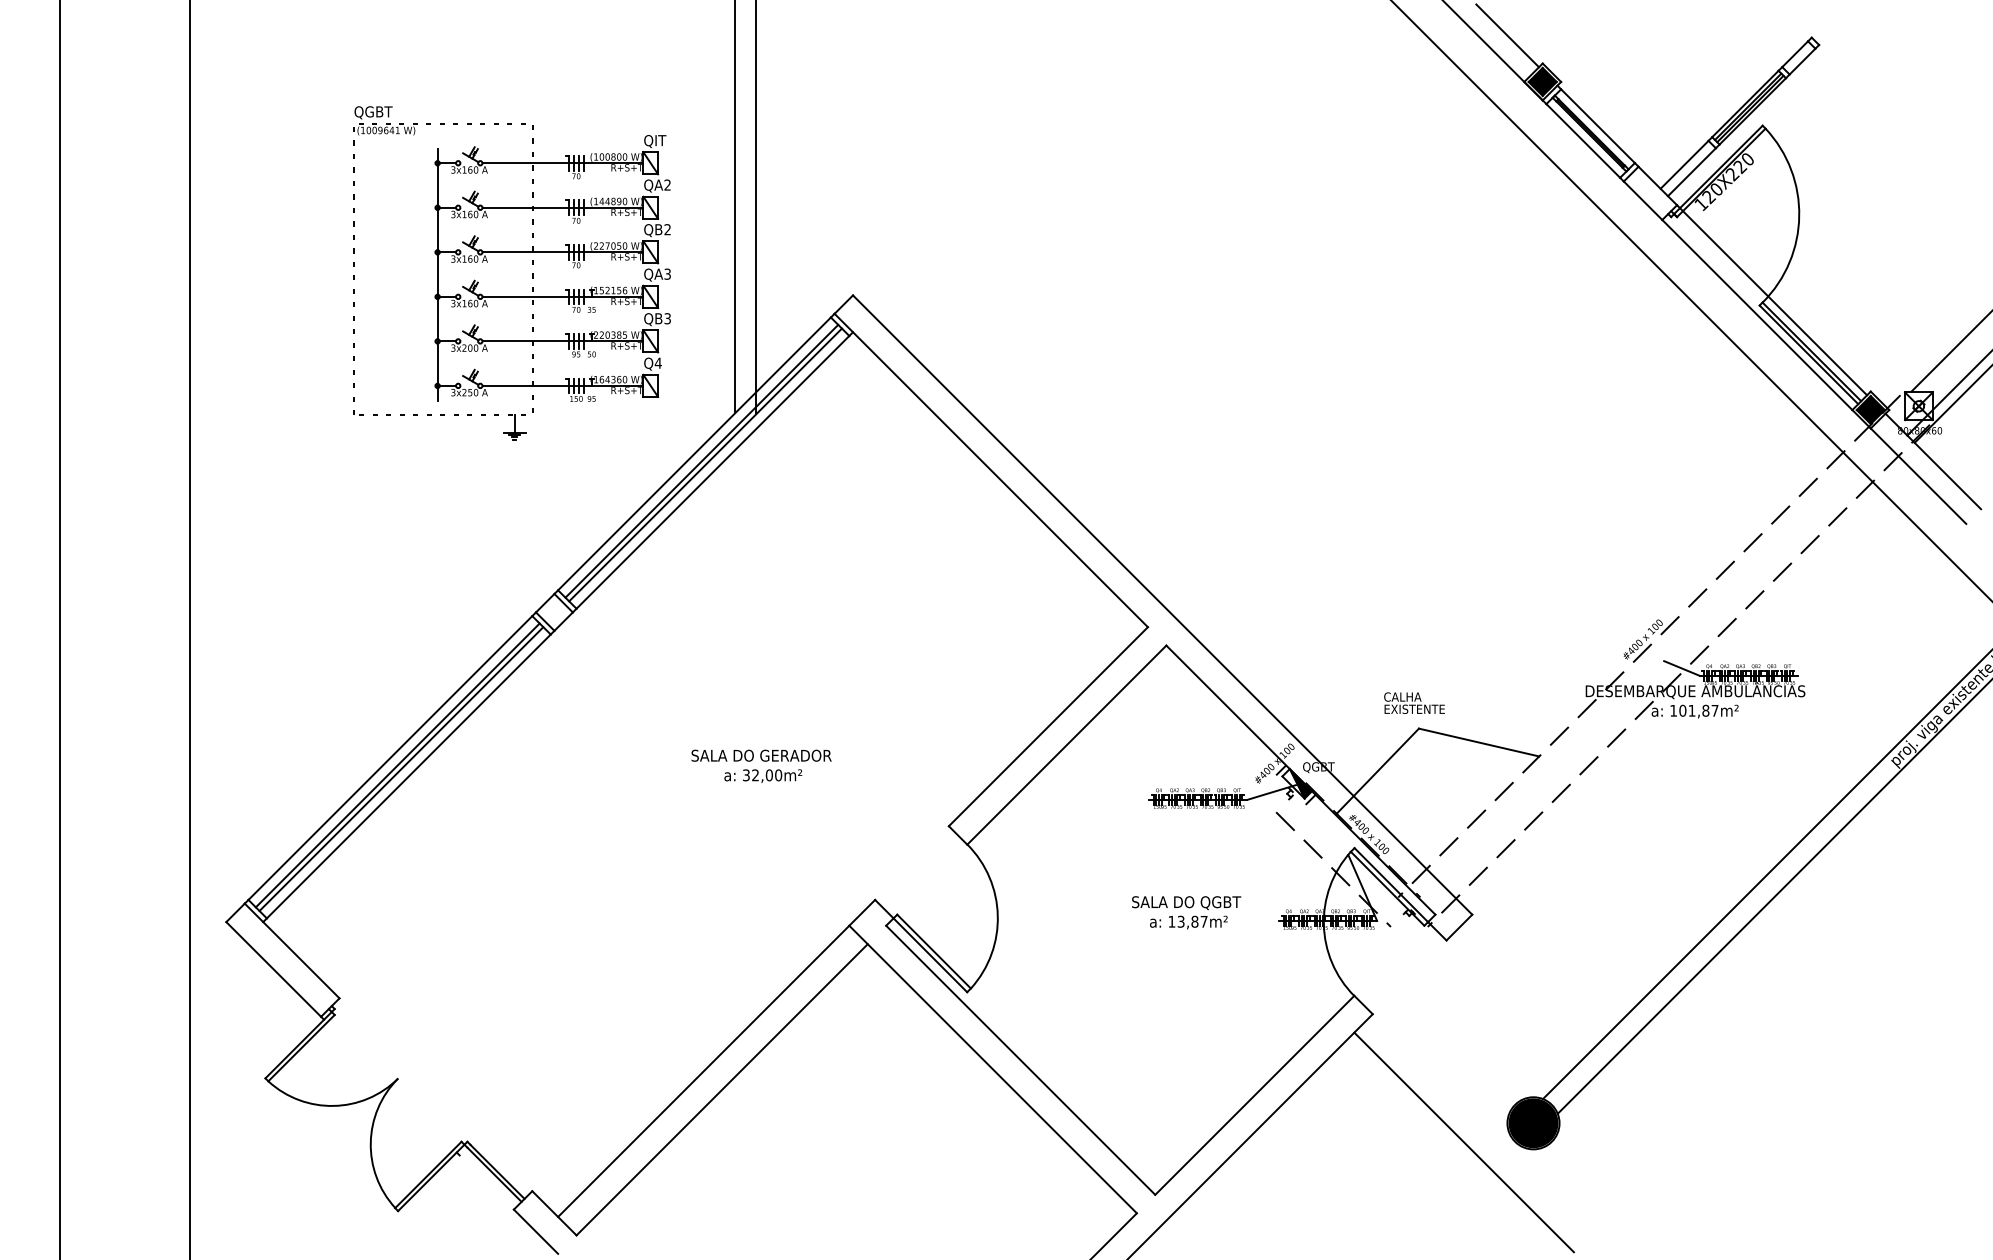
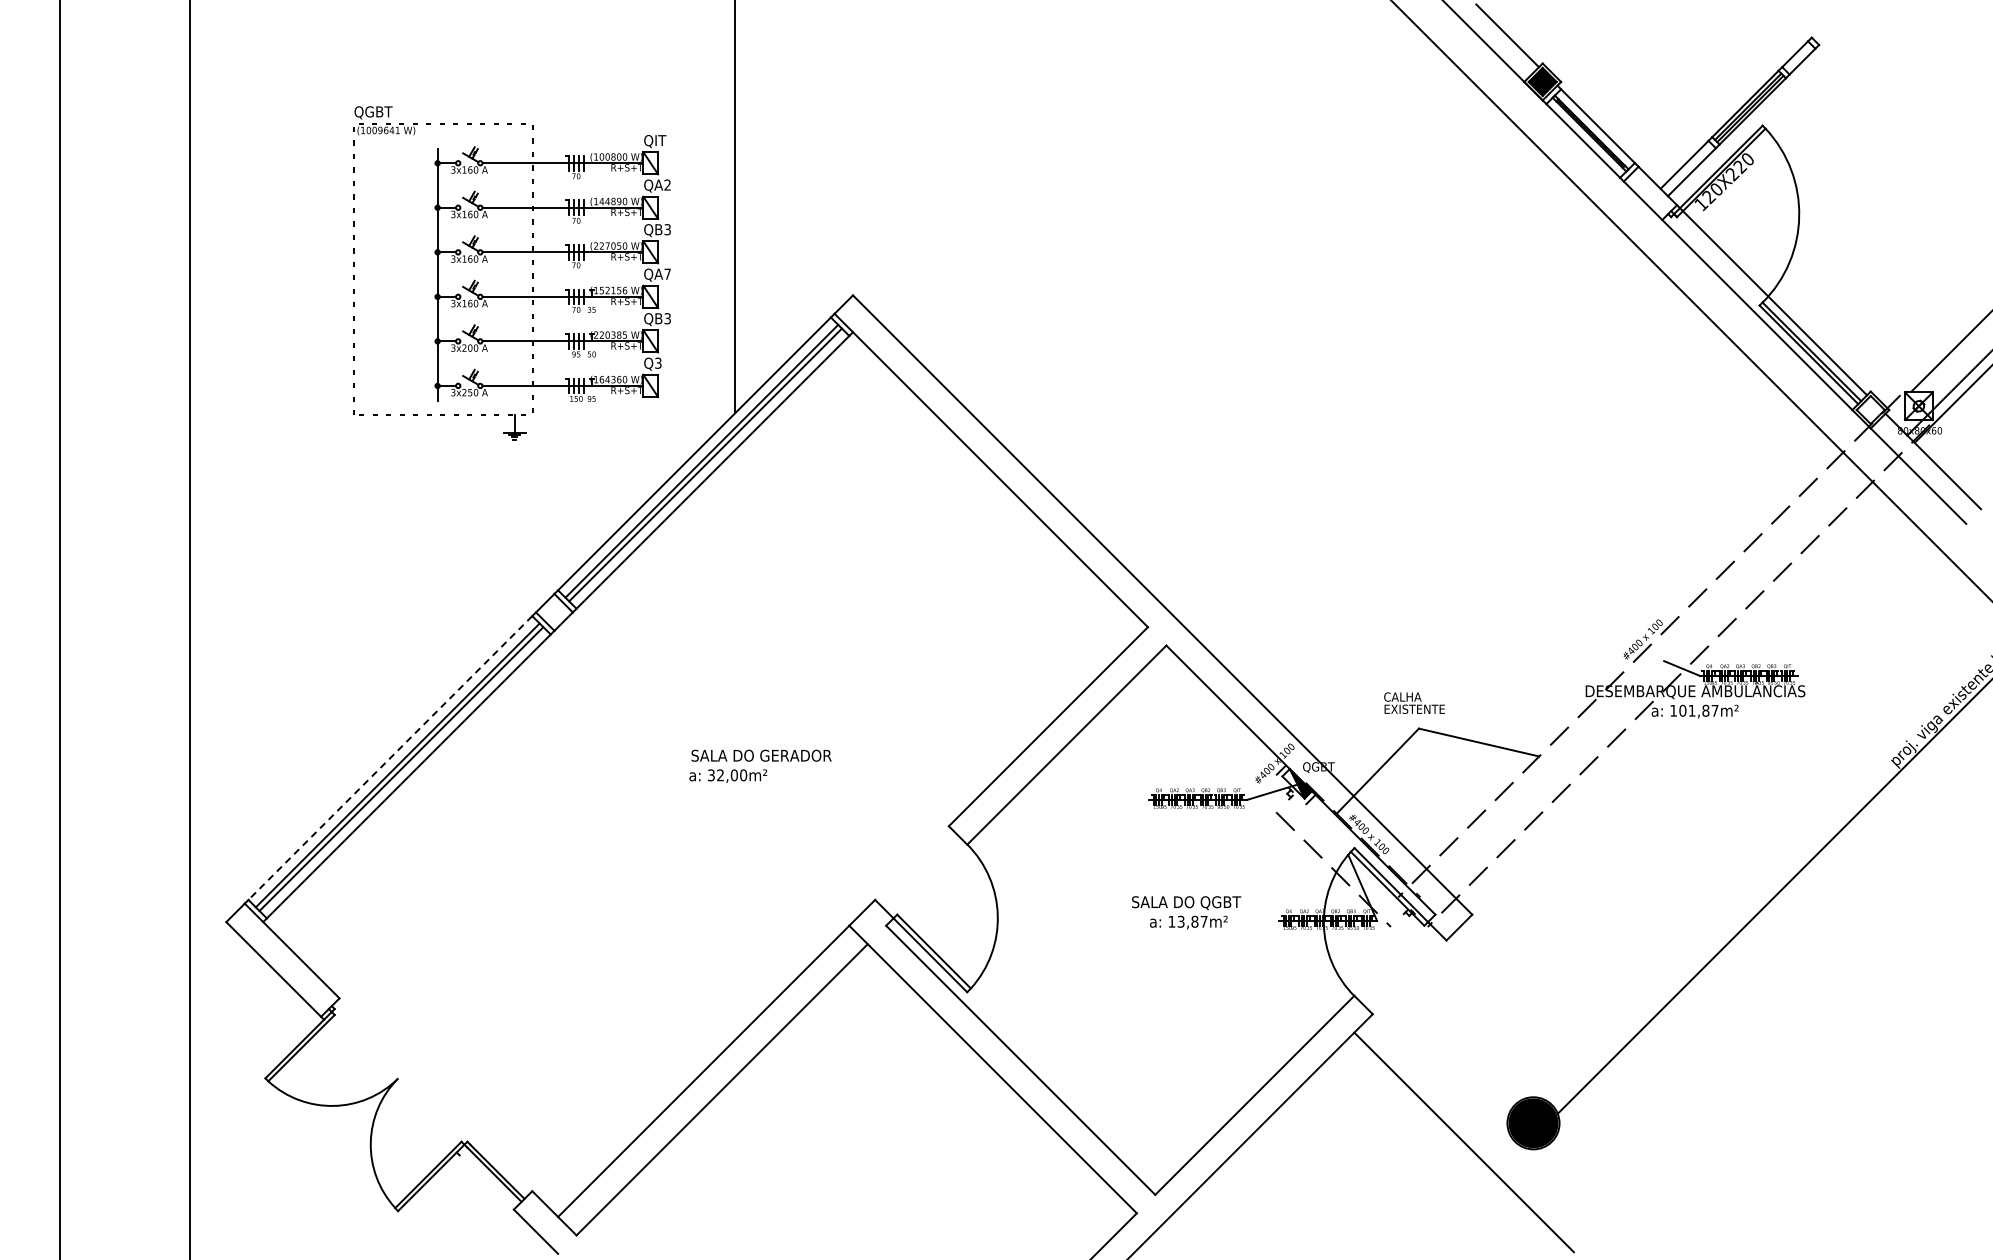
line at (755, 207): present -> none
text at (667, 229): QB2 -> QB3
text at (667, 273): QA3 -> QA7
text at (657, 362): Q4 -> Q3
fill at (1870, 410): present -> none
line at (390, 758): solid -> dashed
text at (763, 775) position: (763, 775) -> (728, 775)
line at (1766, 875): present -> none
